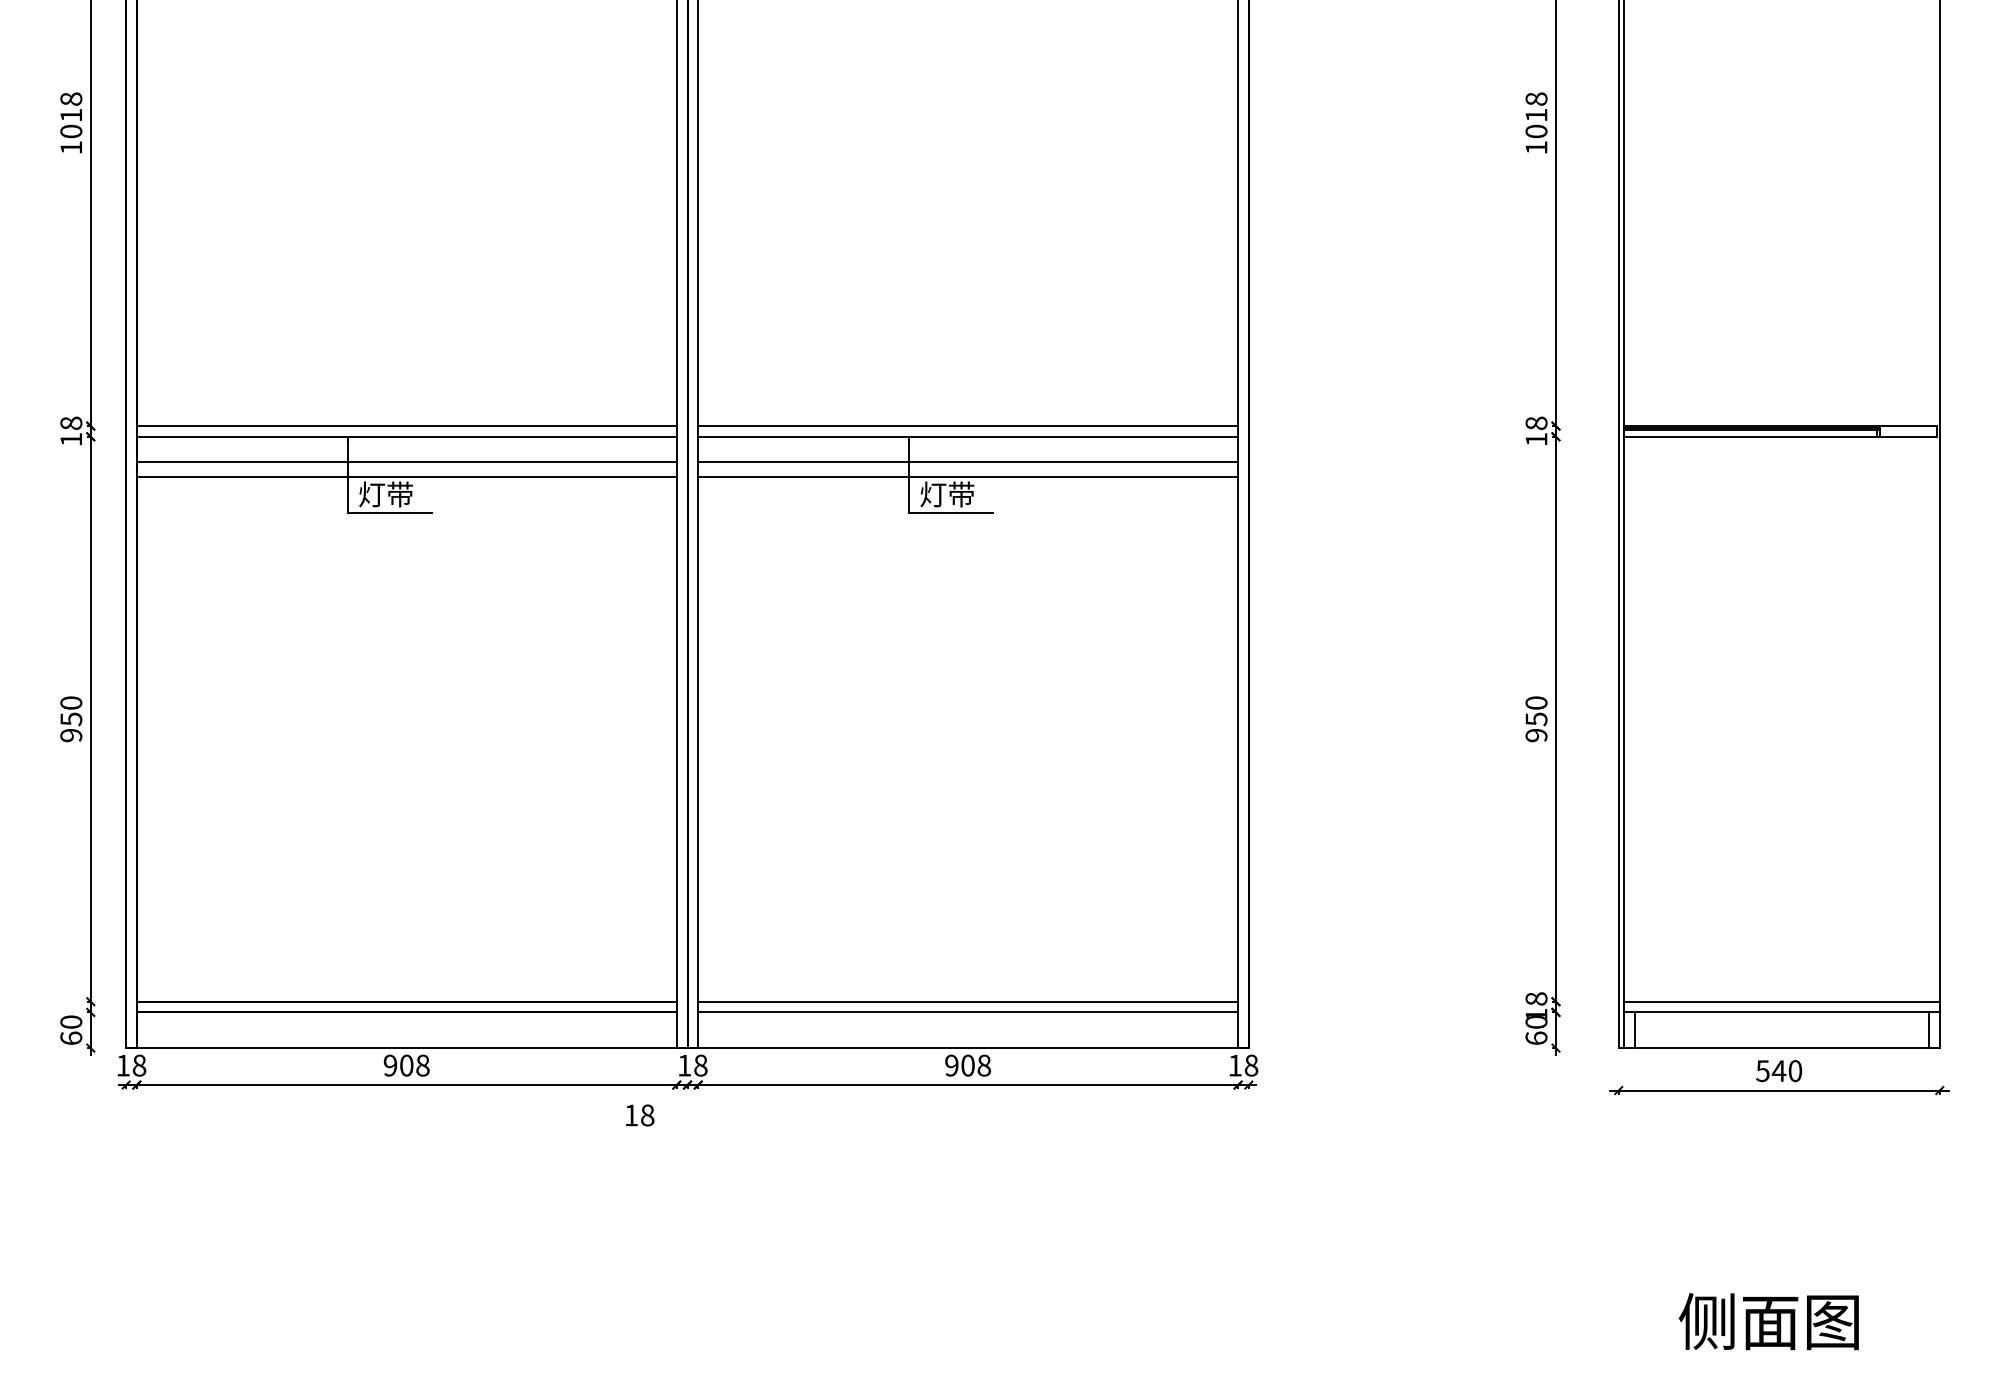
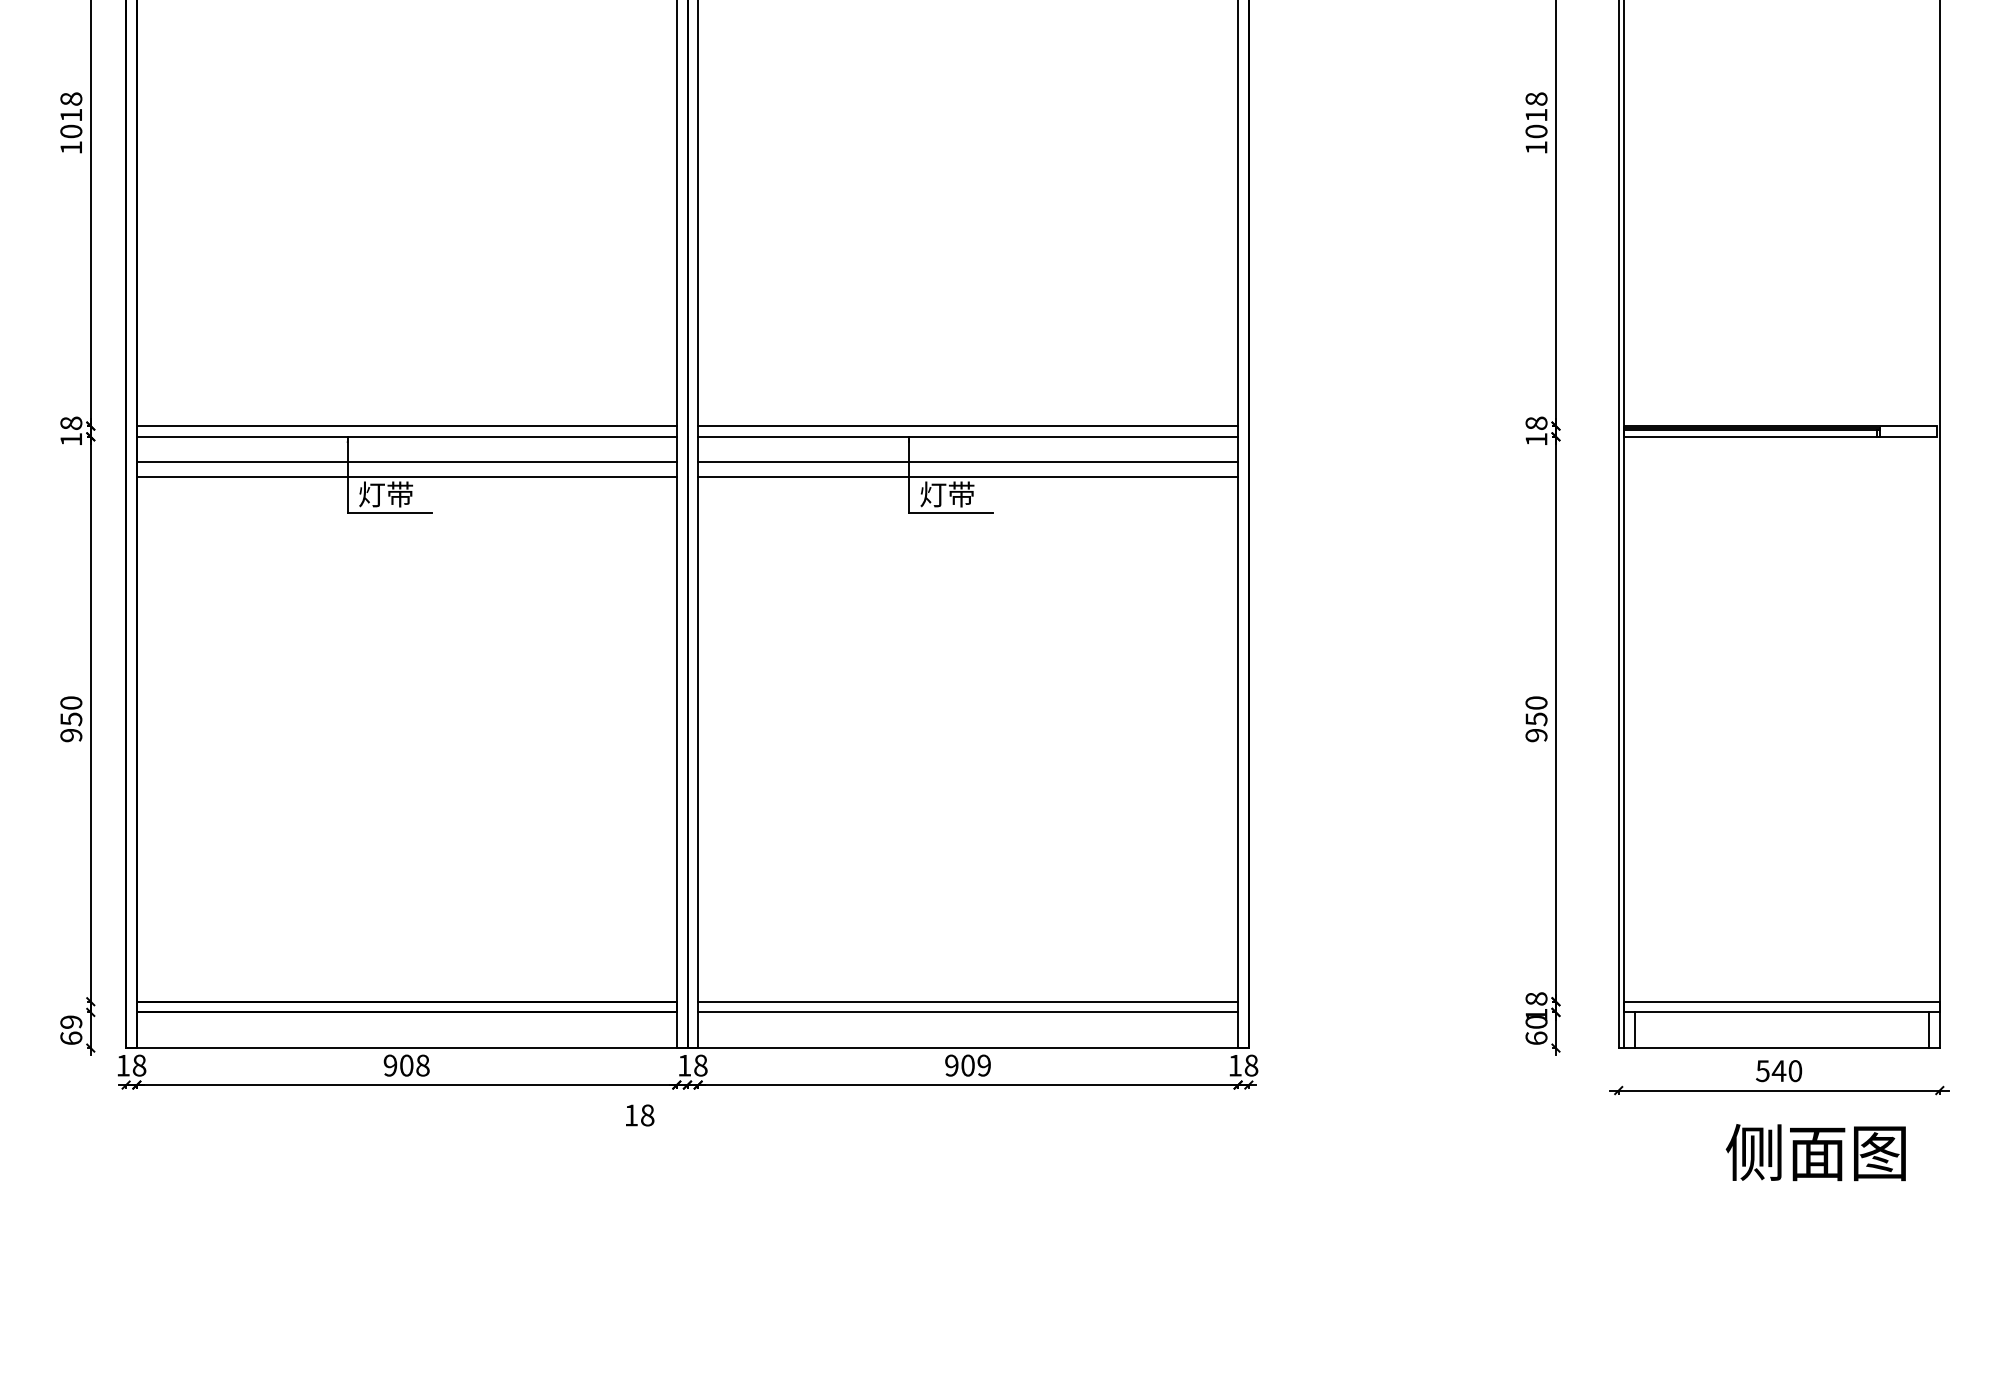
text at (71, 1021): 60 -> 69
text at (984, 1065): 908 -> 909
text at (1768, 1321) position: (1768, 1321) -> (1815, 1152)
